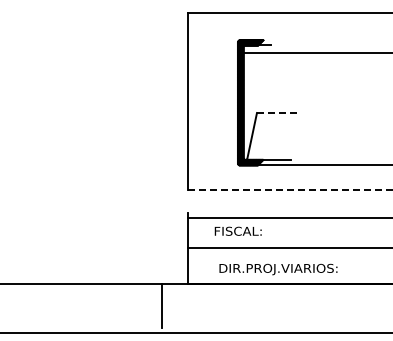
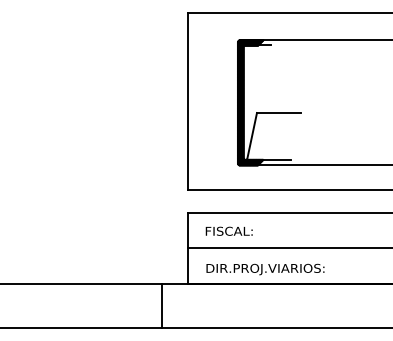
line at (314, 53) position: (314, 53) -> (314, 40)
line at (279, 113): dashed -> solid
line at (290, 190): dashed -> solid
line at (288, 217) position: (288, 217) -> (288, 212)
text at (237, 230) position: (237, 230) -> (228, 230)
text at (278, 269) position: (278, 269) -> (265, 269)
line at (195, 333) position: (195, 333) -> (195, 328)
